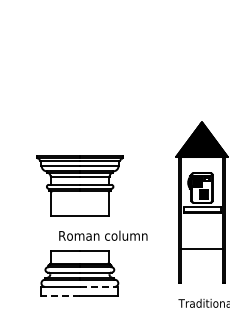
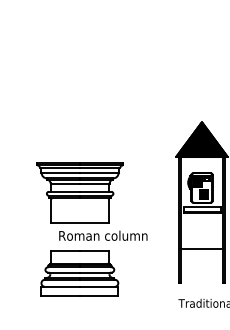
part at (79, 185) position: (79, 185) -> (79, 192)
line at (99, 286): dashed -> solid
line at (60, 296): dashed -> solid
